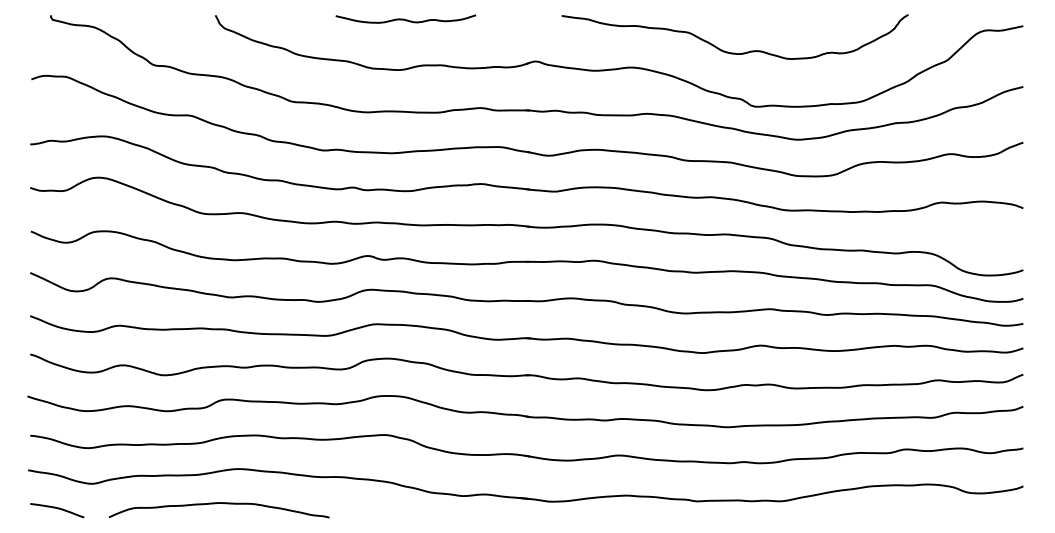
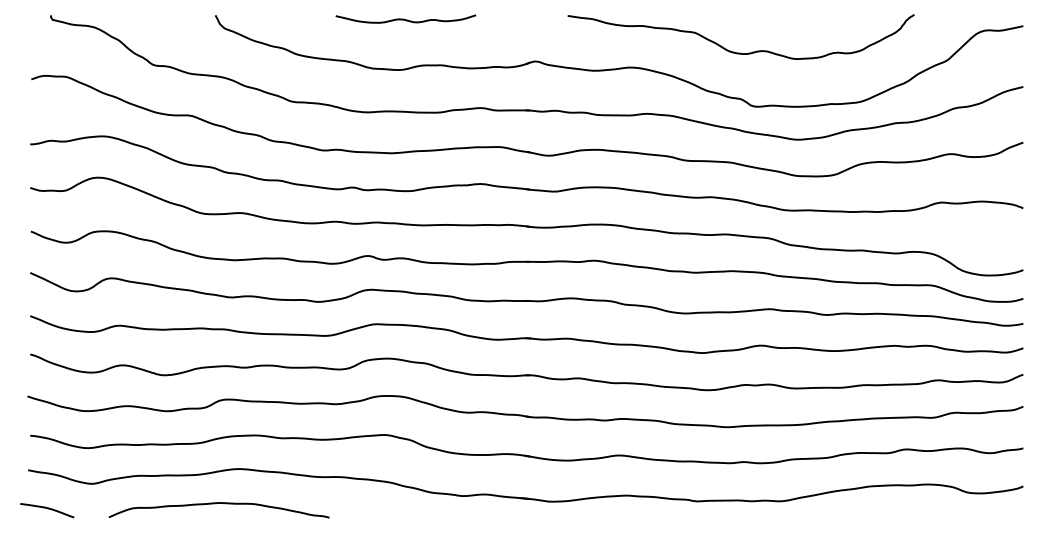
curve at (734, 52) position: (734, 52) -> (740, 52)
curve at (57, 509) position: (57, 509) -> (47, 509)
